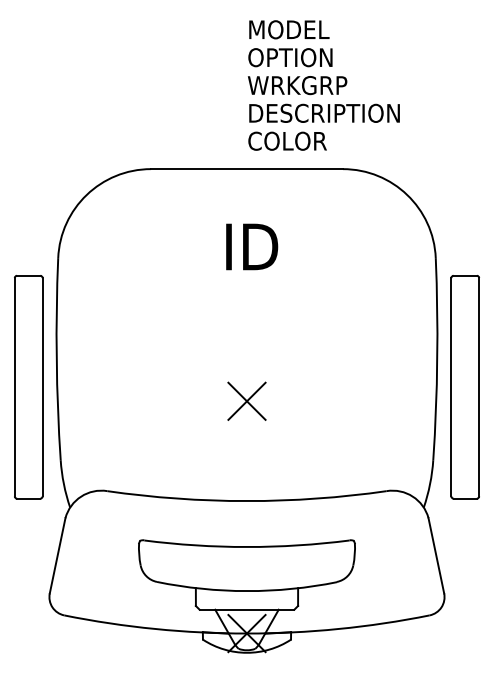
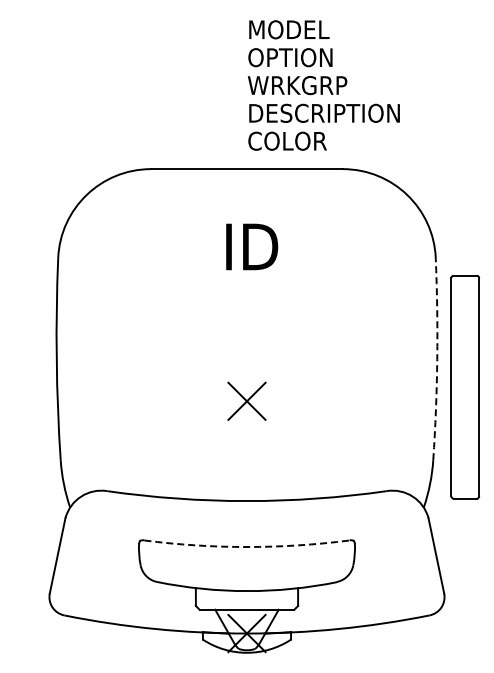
arc at (437, 359): solid -> dashed
part at (28, 387): present -> none
arc at (246, 547): solid -> dashed
